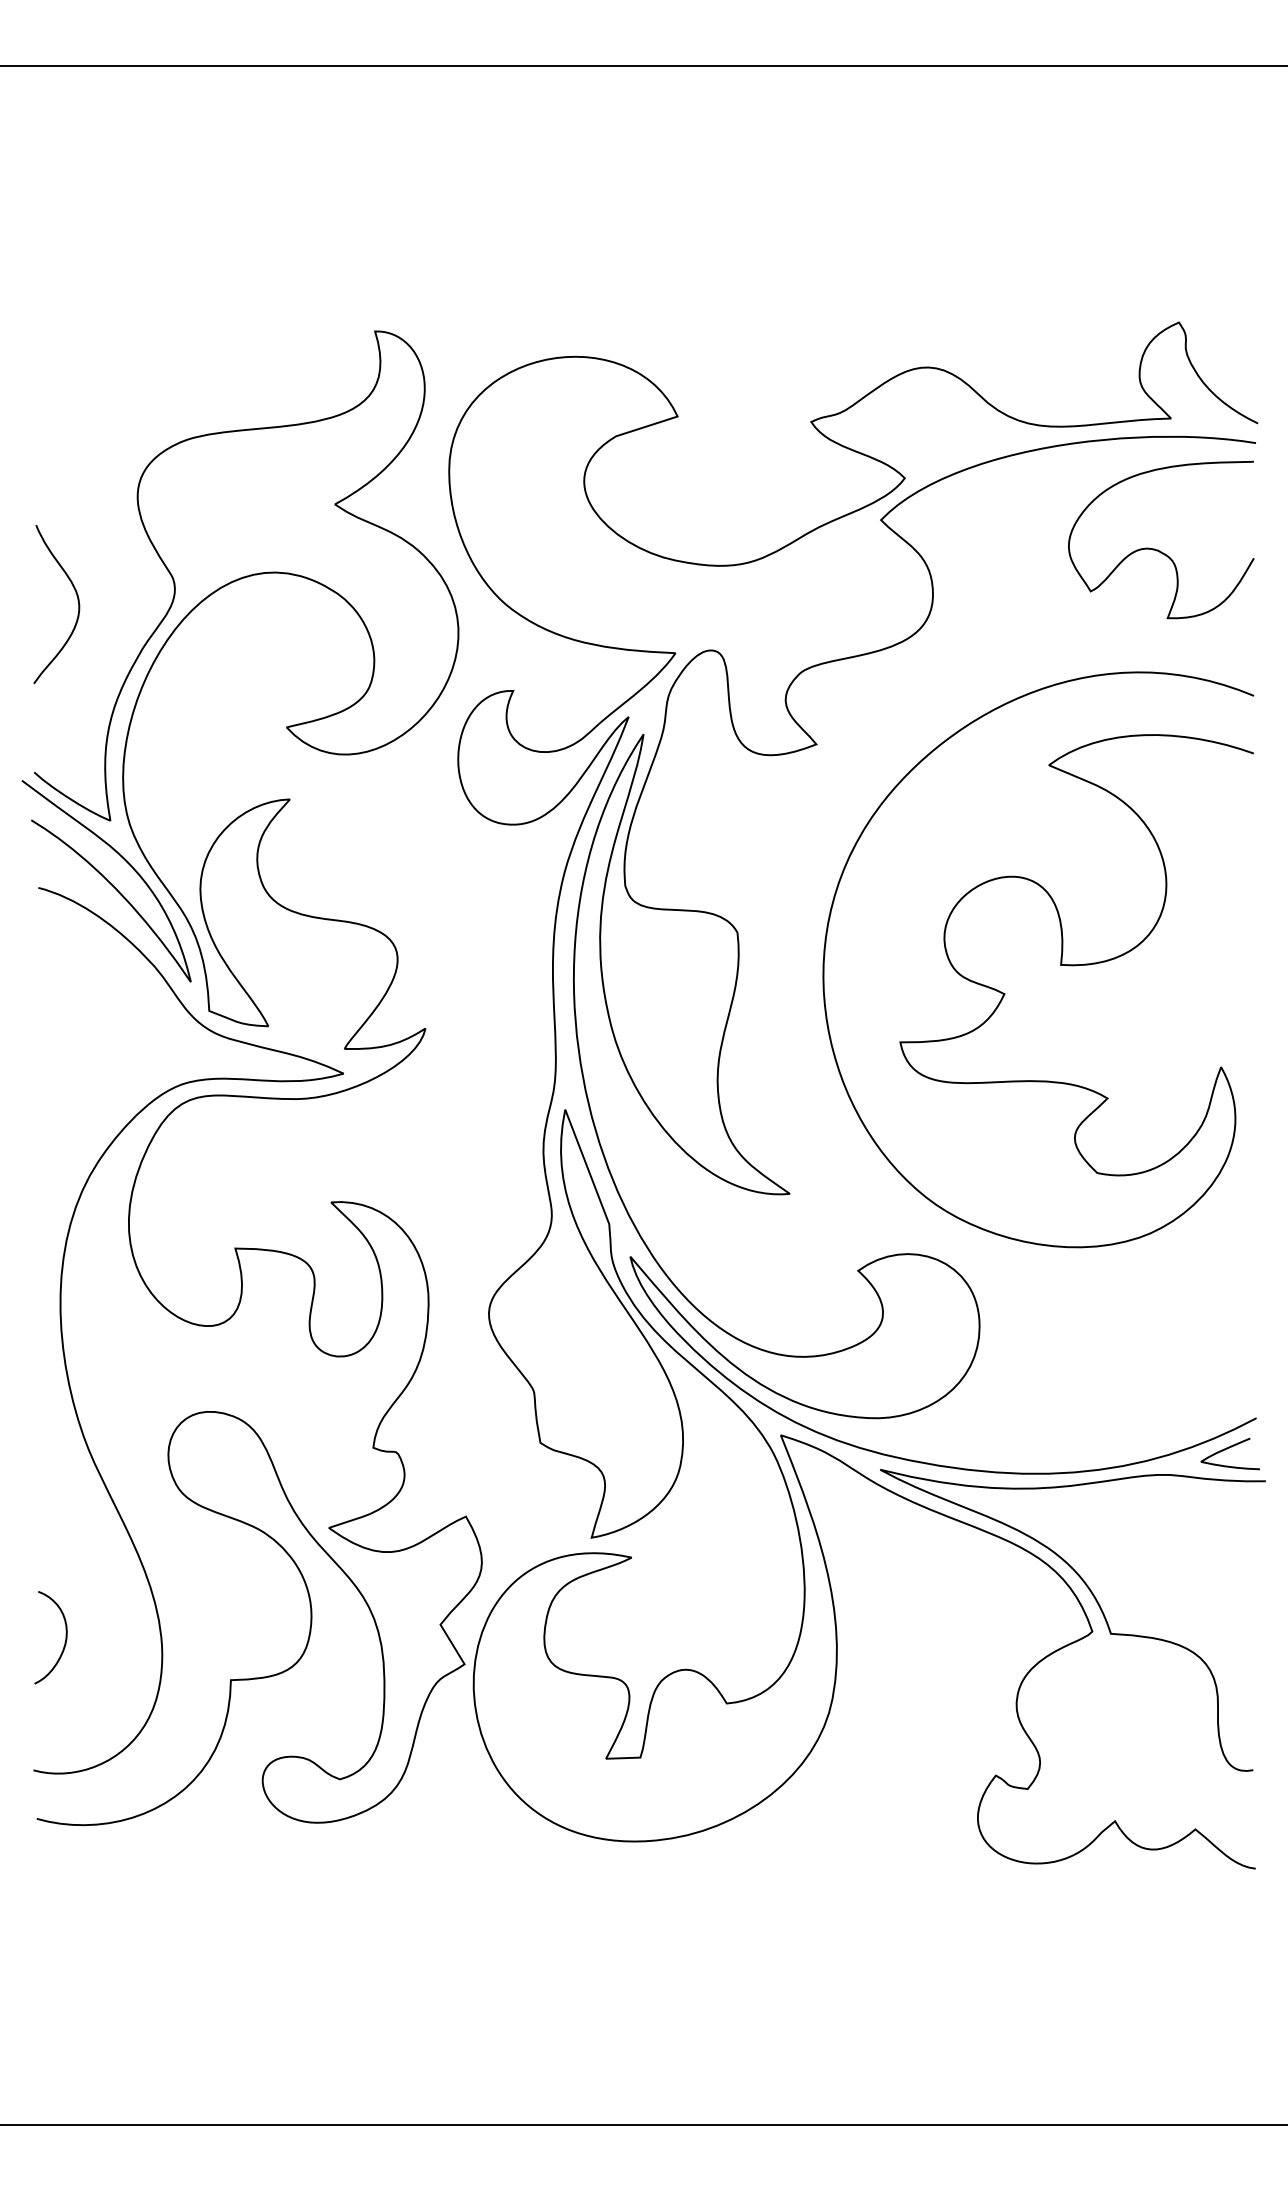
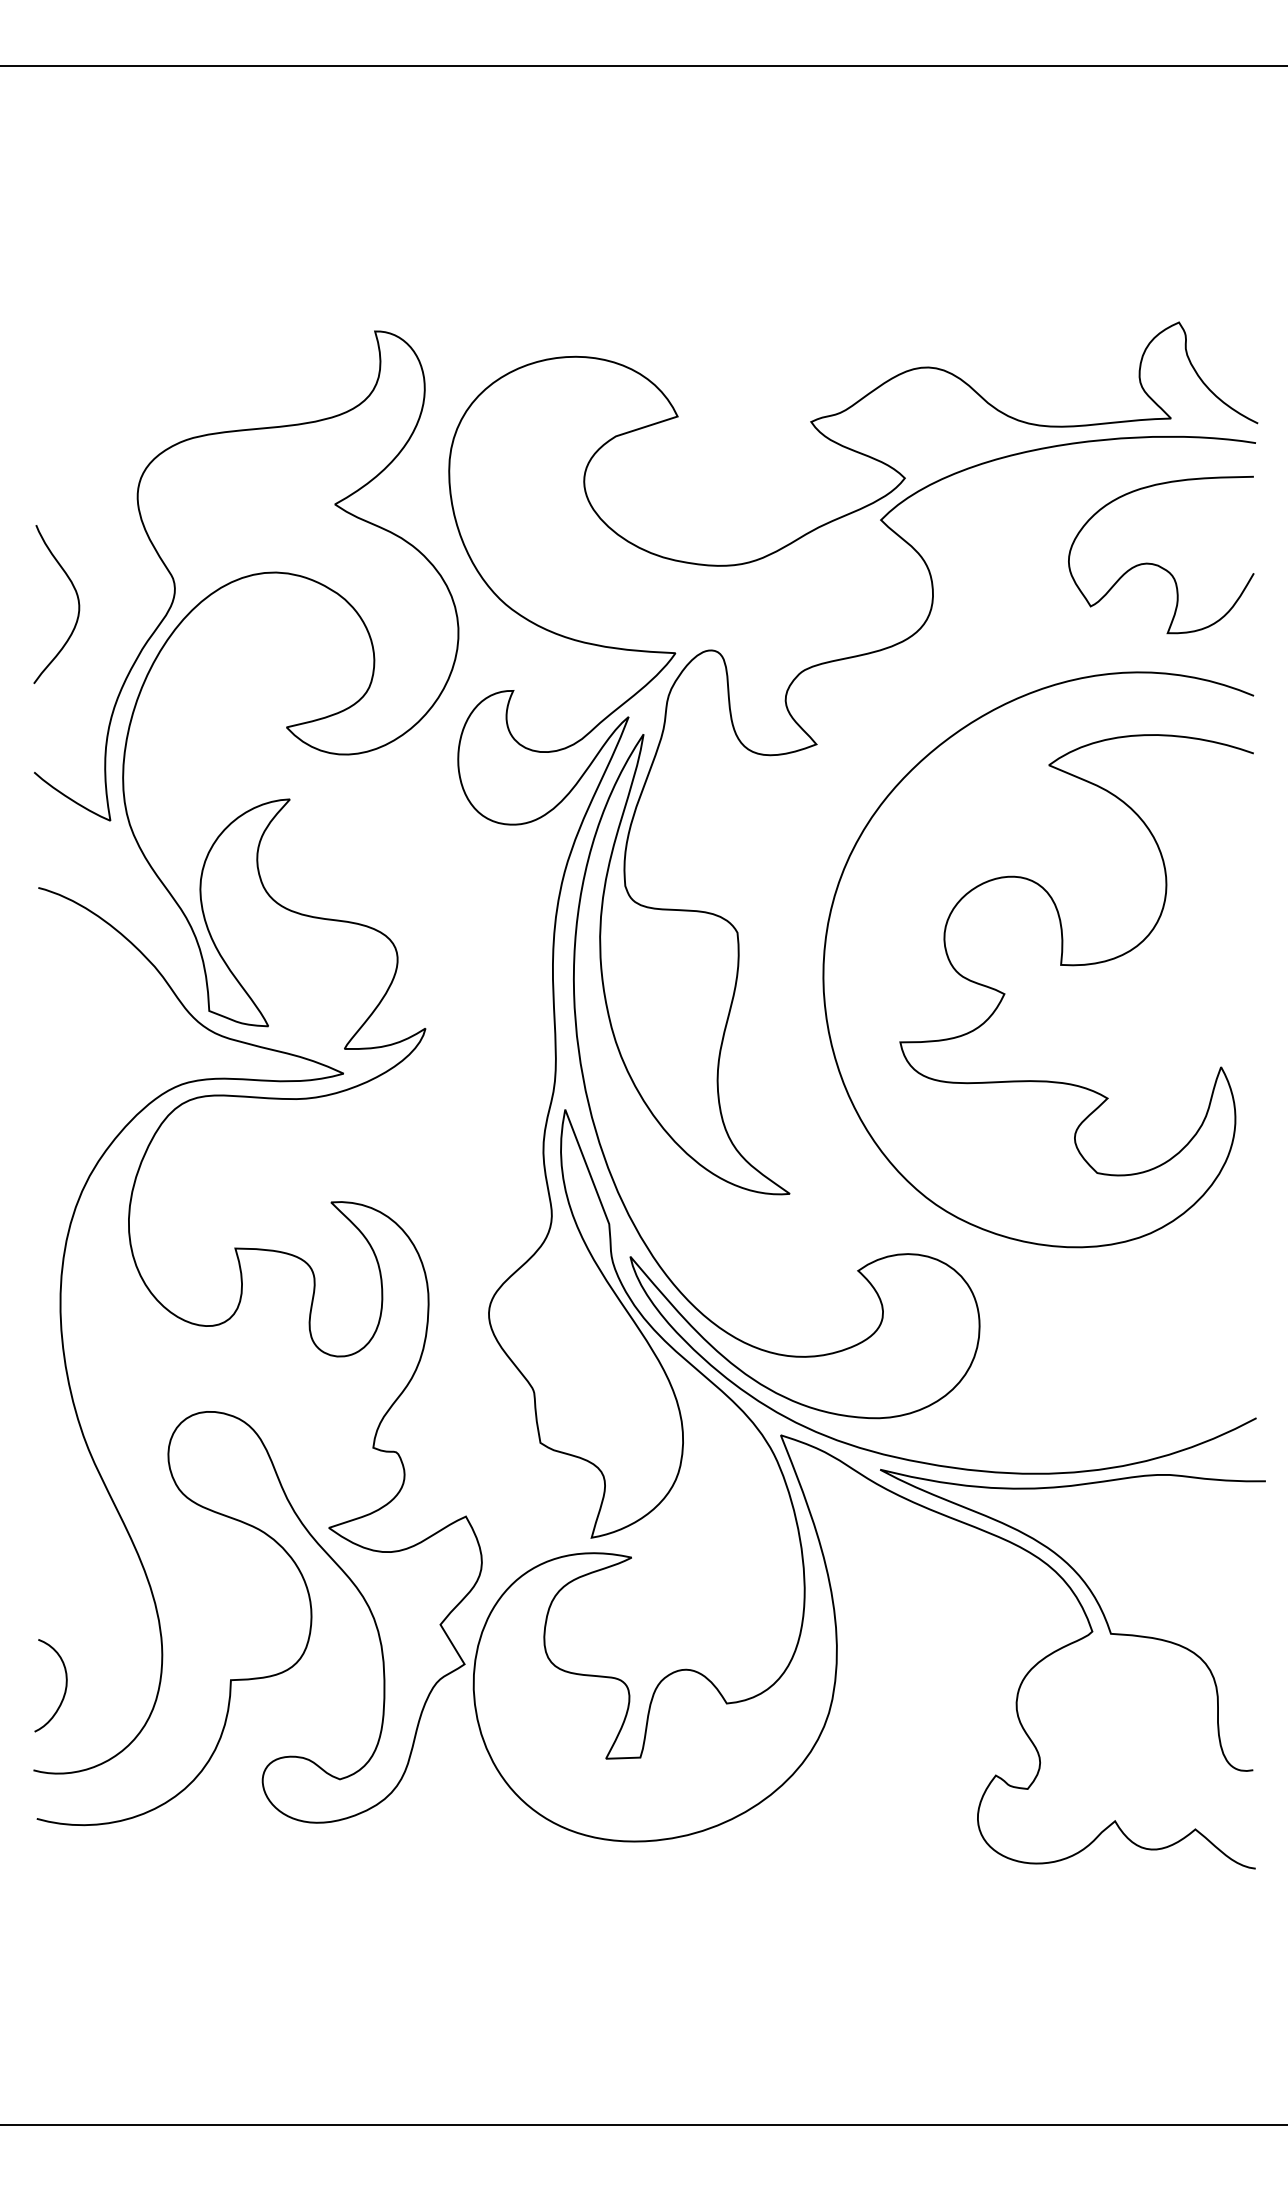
curve at (1158, 549) position: (1158, 549) -> (1158, 564)
curve at (106, 880): present -> none
curve at (1227, 1449): present -> none
curve at (64, 1642) position: (64, 1642) -> (64, 1690)
